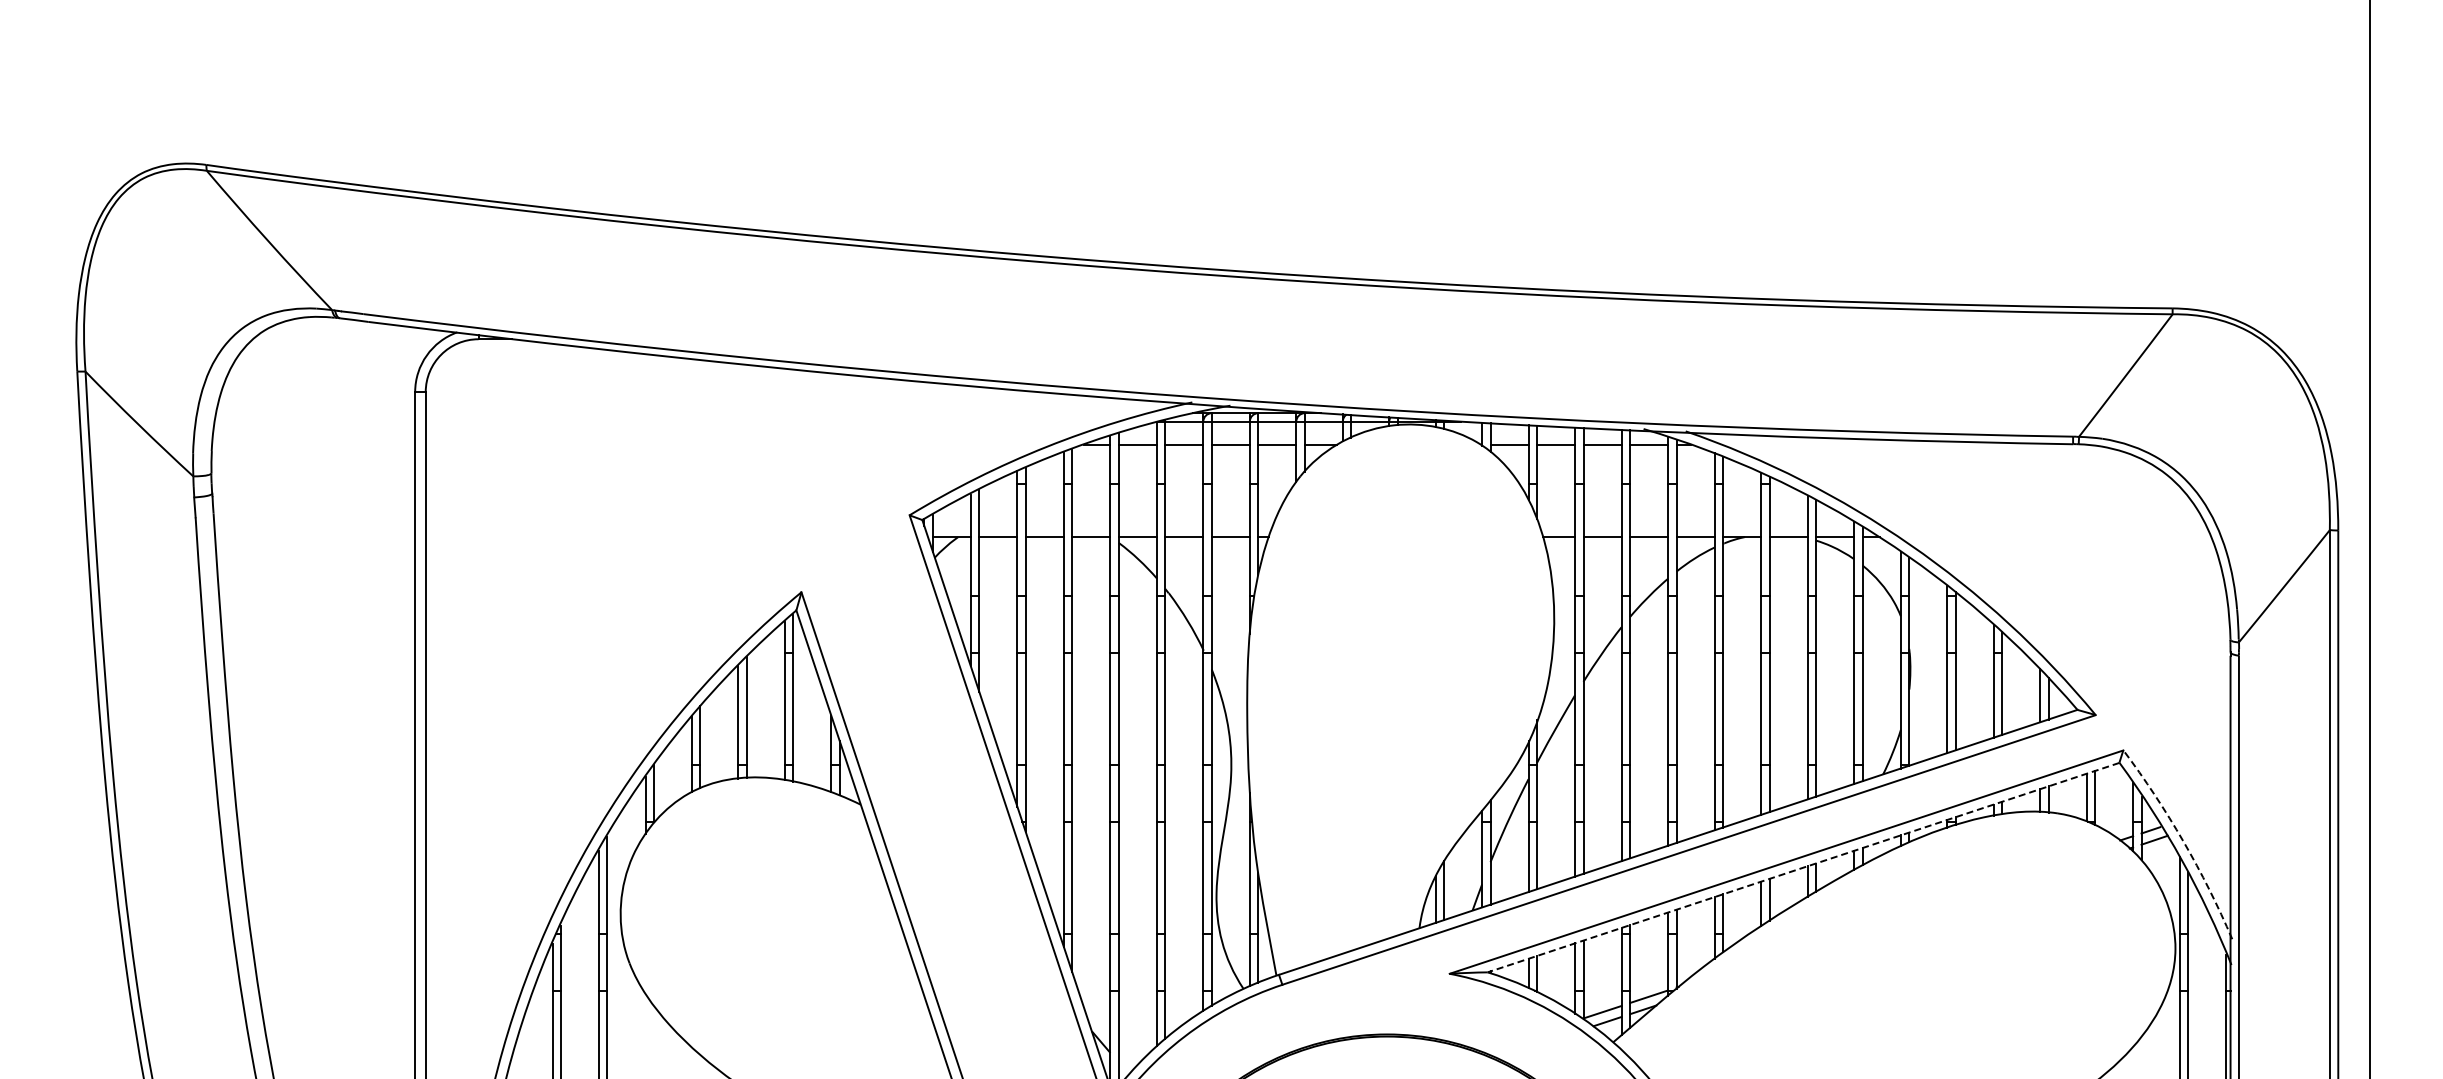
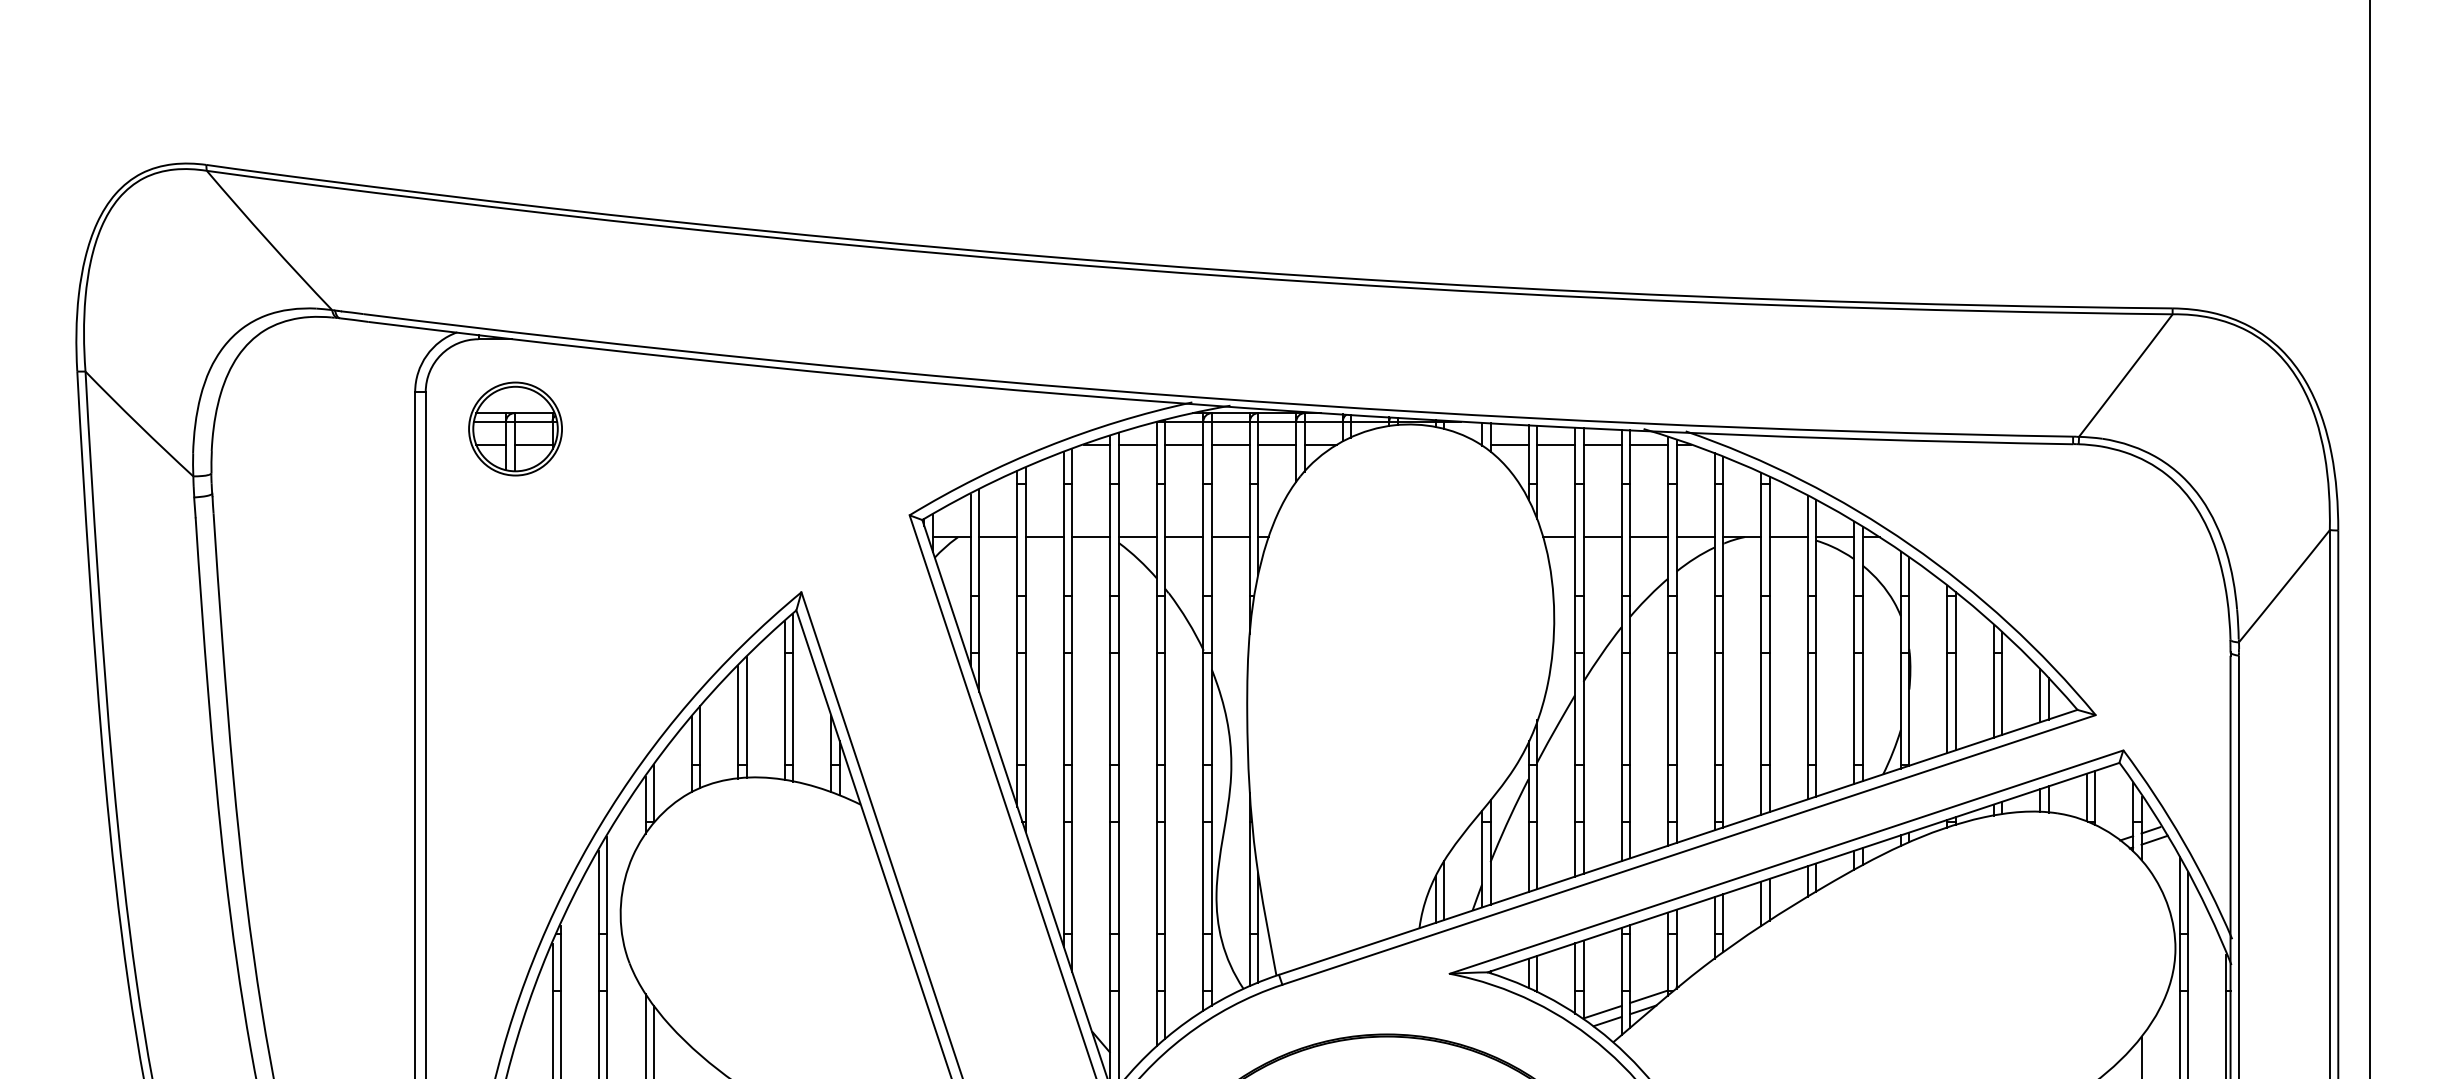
part at (515, 428): none -> present
arc at (2183, 841): dashed -> solid
line at (1803, 867): dashed -> solid
line at (645, 1034): none -> present
line at (653, 1040): none -> present
line at (2141, 1055): none -> present
